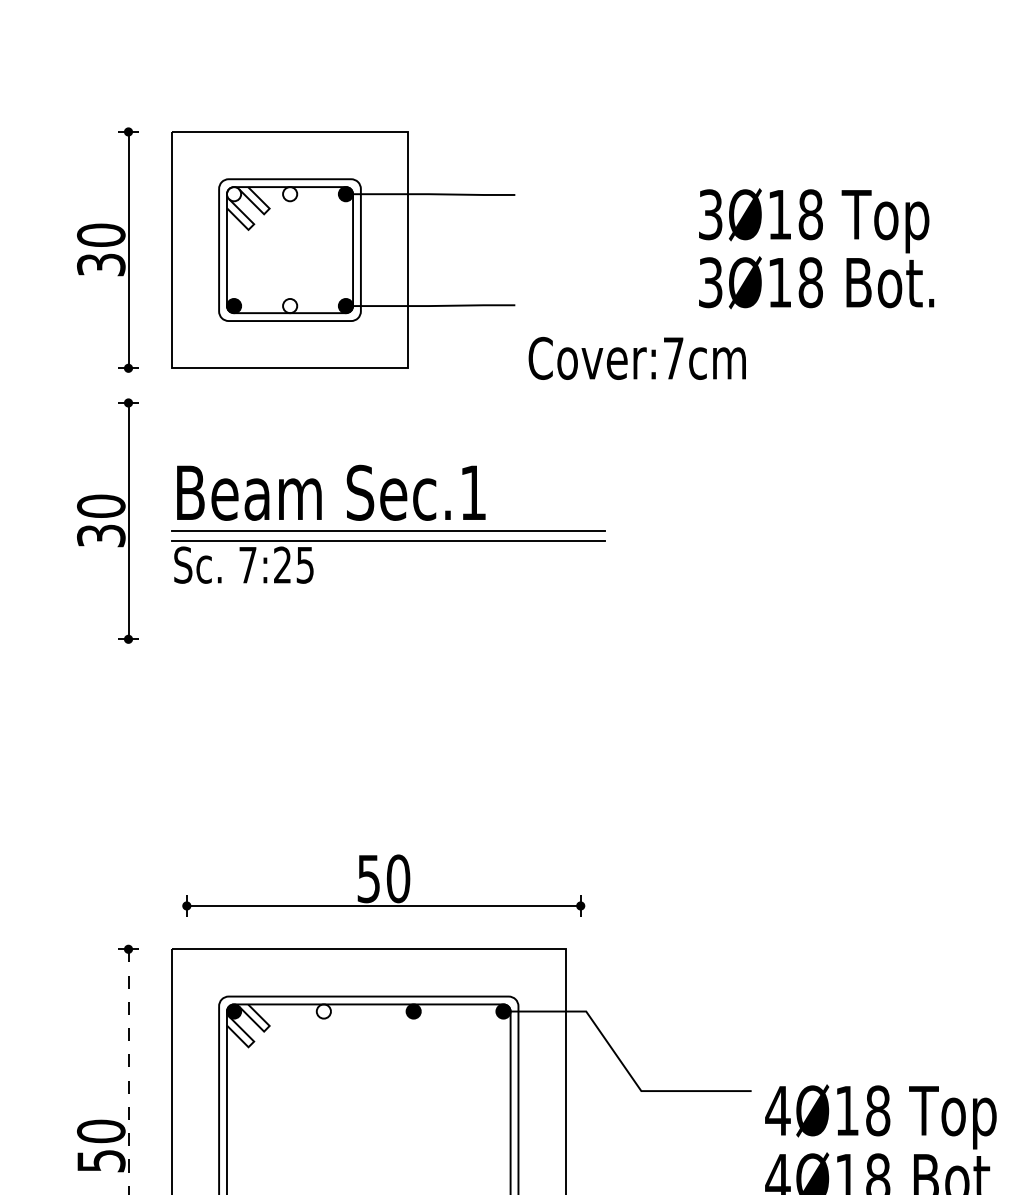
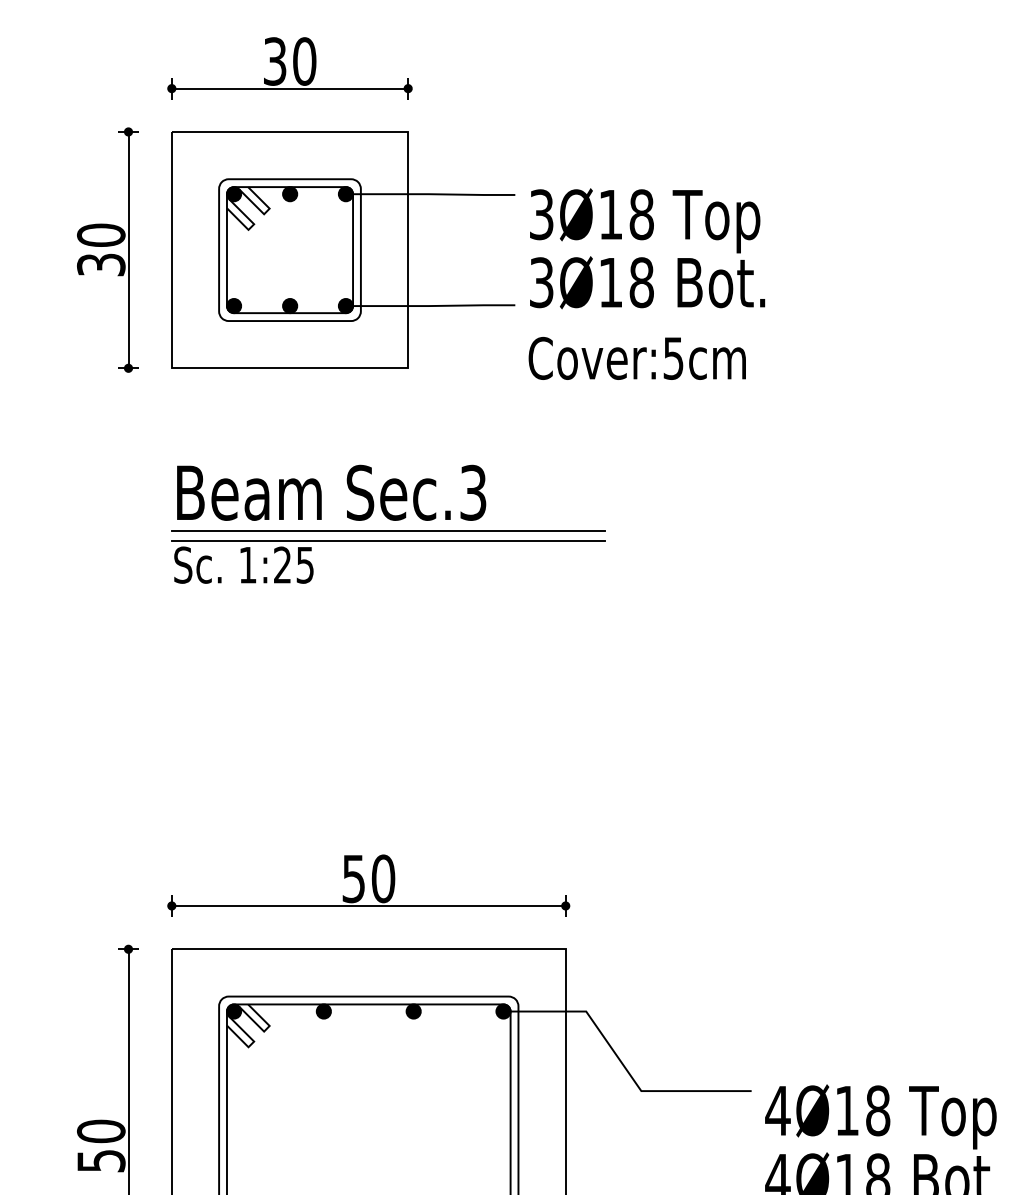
part at (289, 68): none -> present
fill at (233, 194): none -> present
fill at (290, 194): none -> present
text at (816, 248) position: (816, 248) -> (647, 248)
fill at (290, 305): none -> present
text at (673, 358): Cover:7cm -> Cover:5cm
text at (473, 492): Sec.1 -> Sec.3
part at (107, 520): present -> none
text at (247, 565): 7:25 -> 1:25
part at (383, 885) position: (383, 885) -> (368, 885)
fill at (323, 1011): none -> present
line at (128, 1072): dashed -> solid
